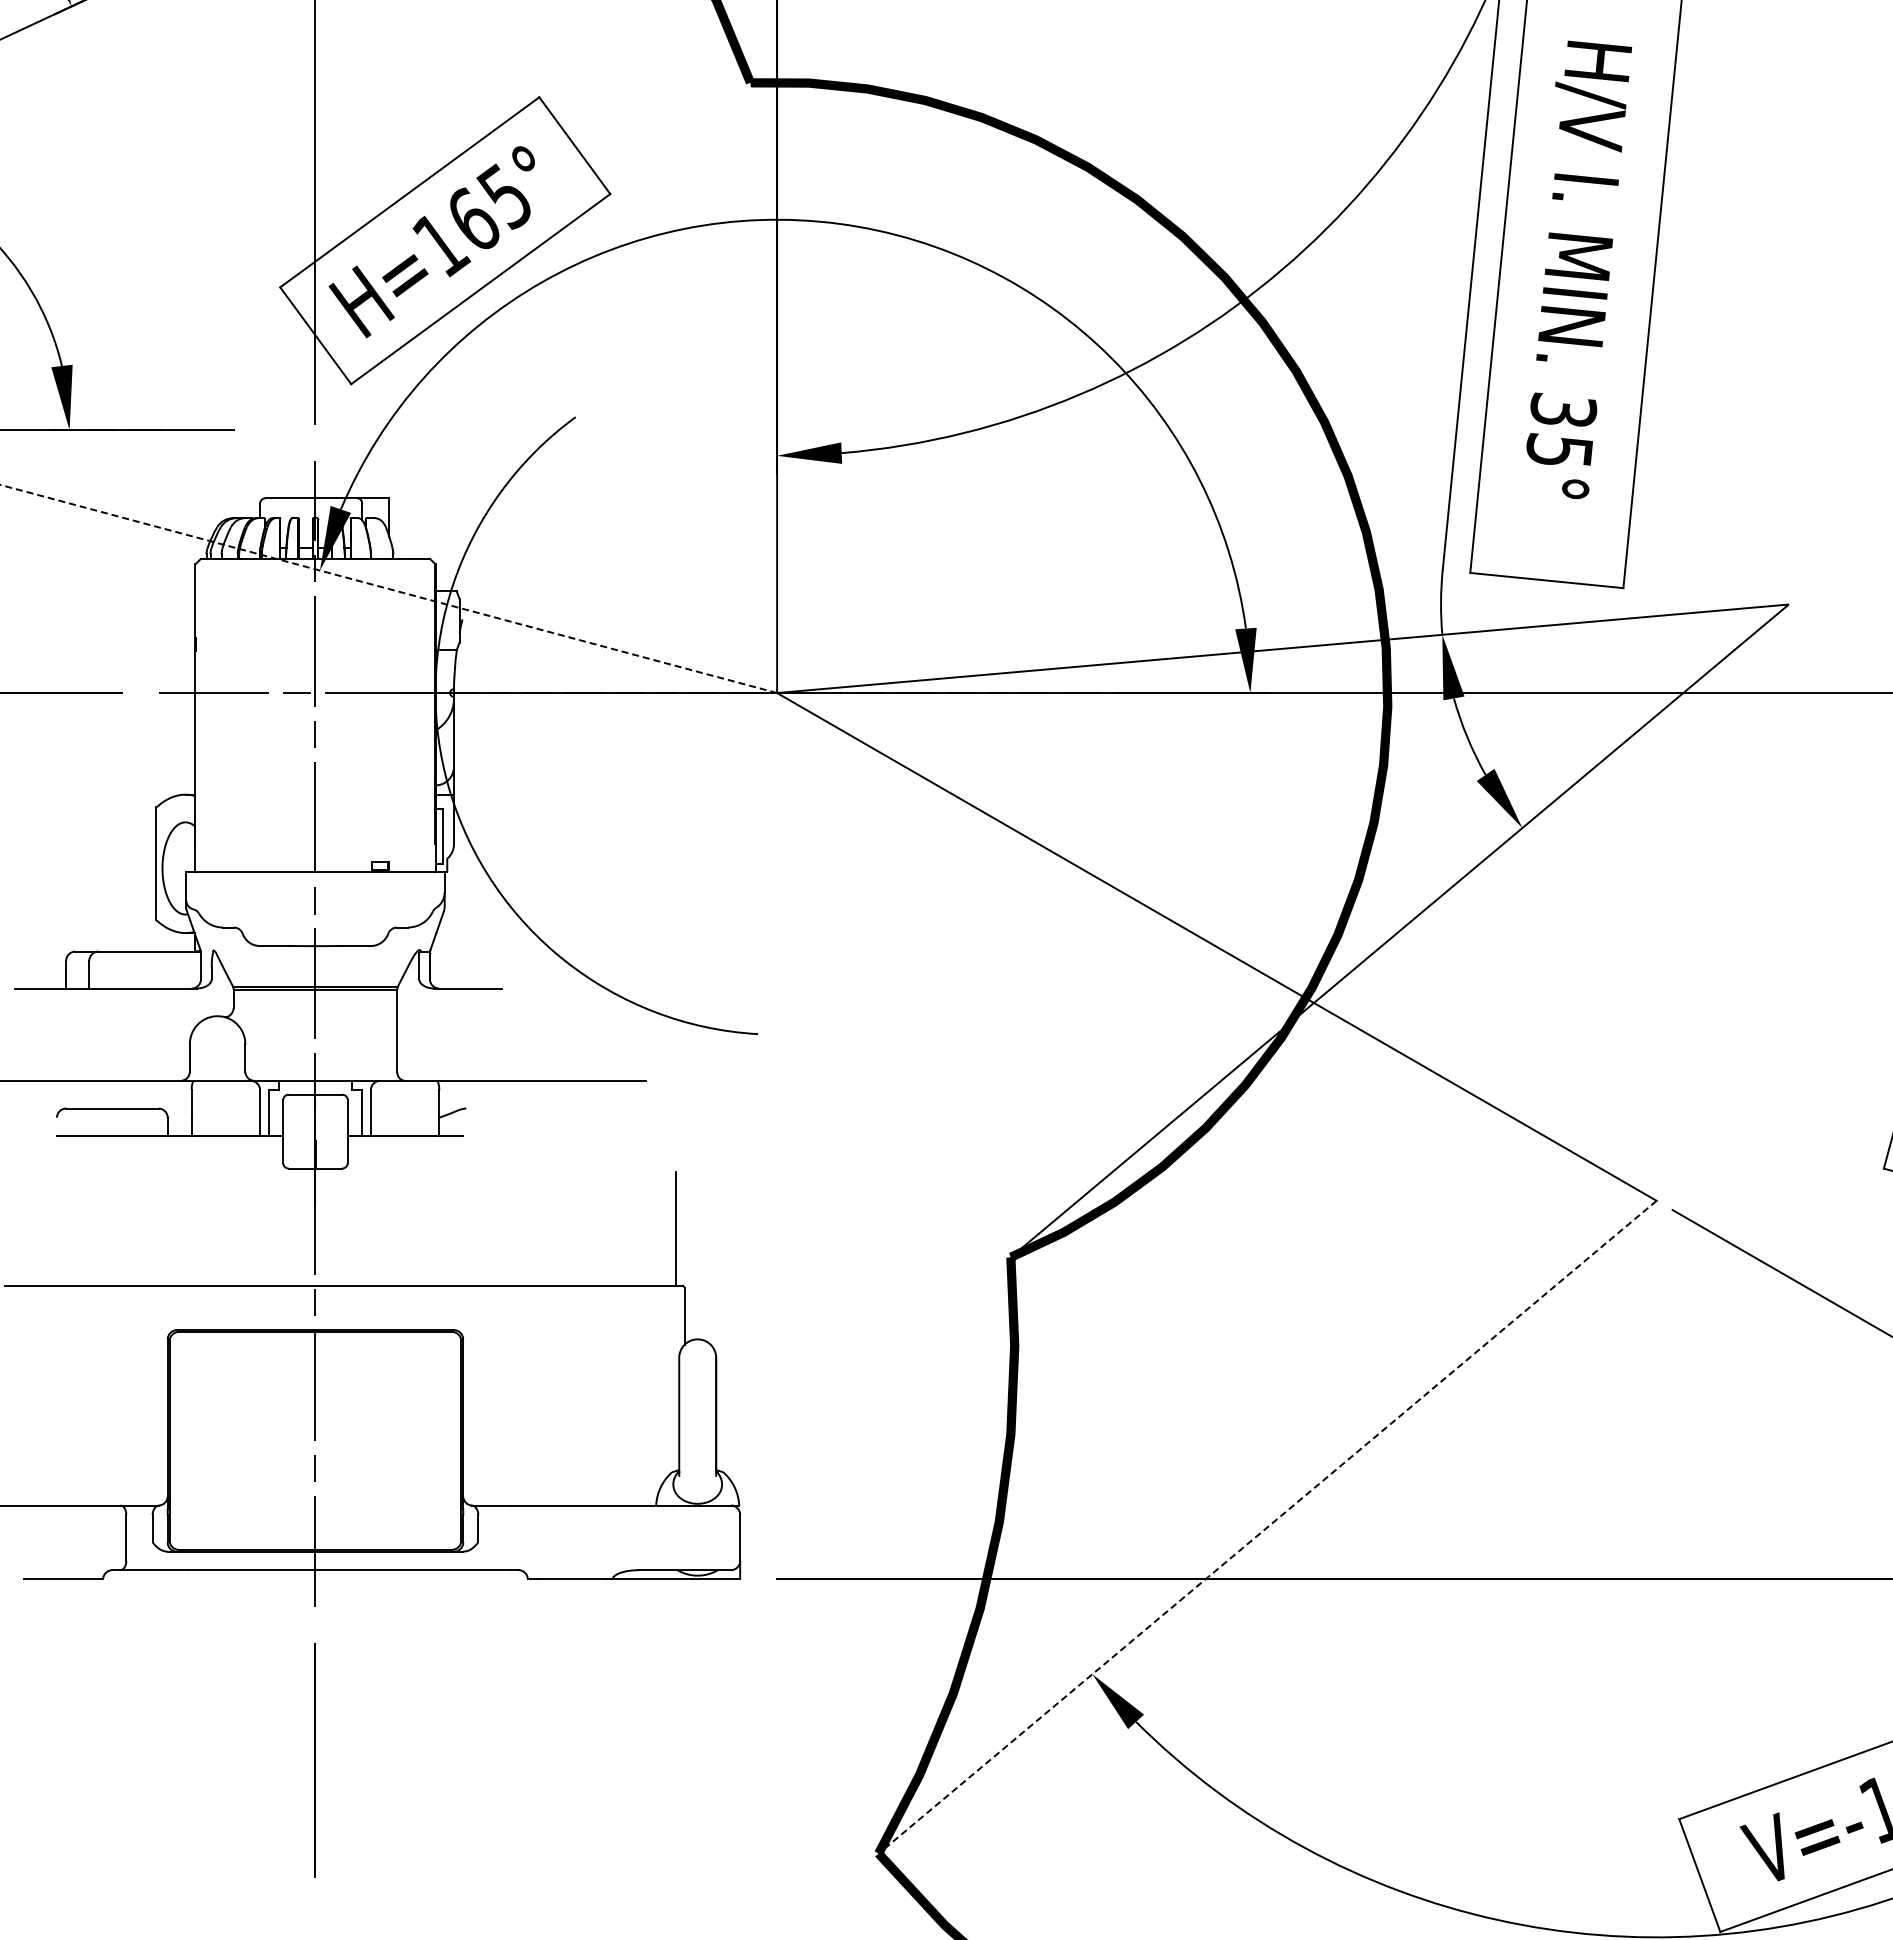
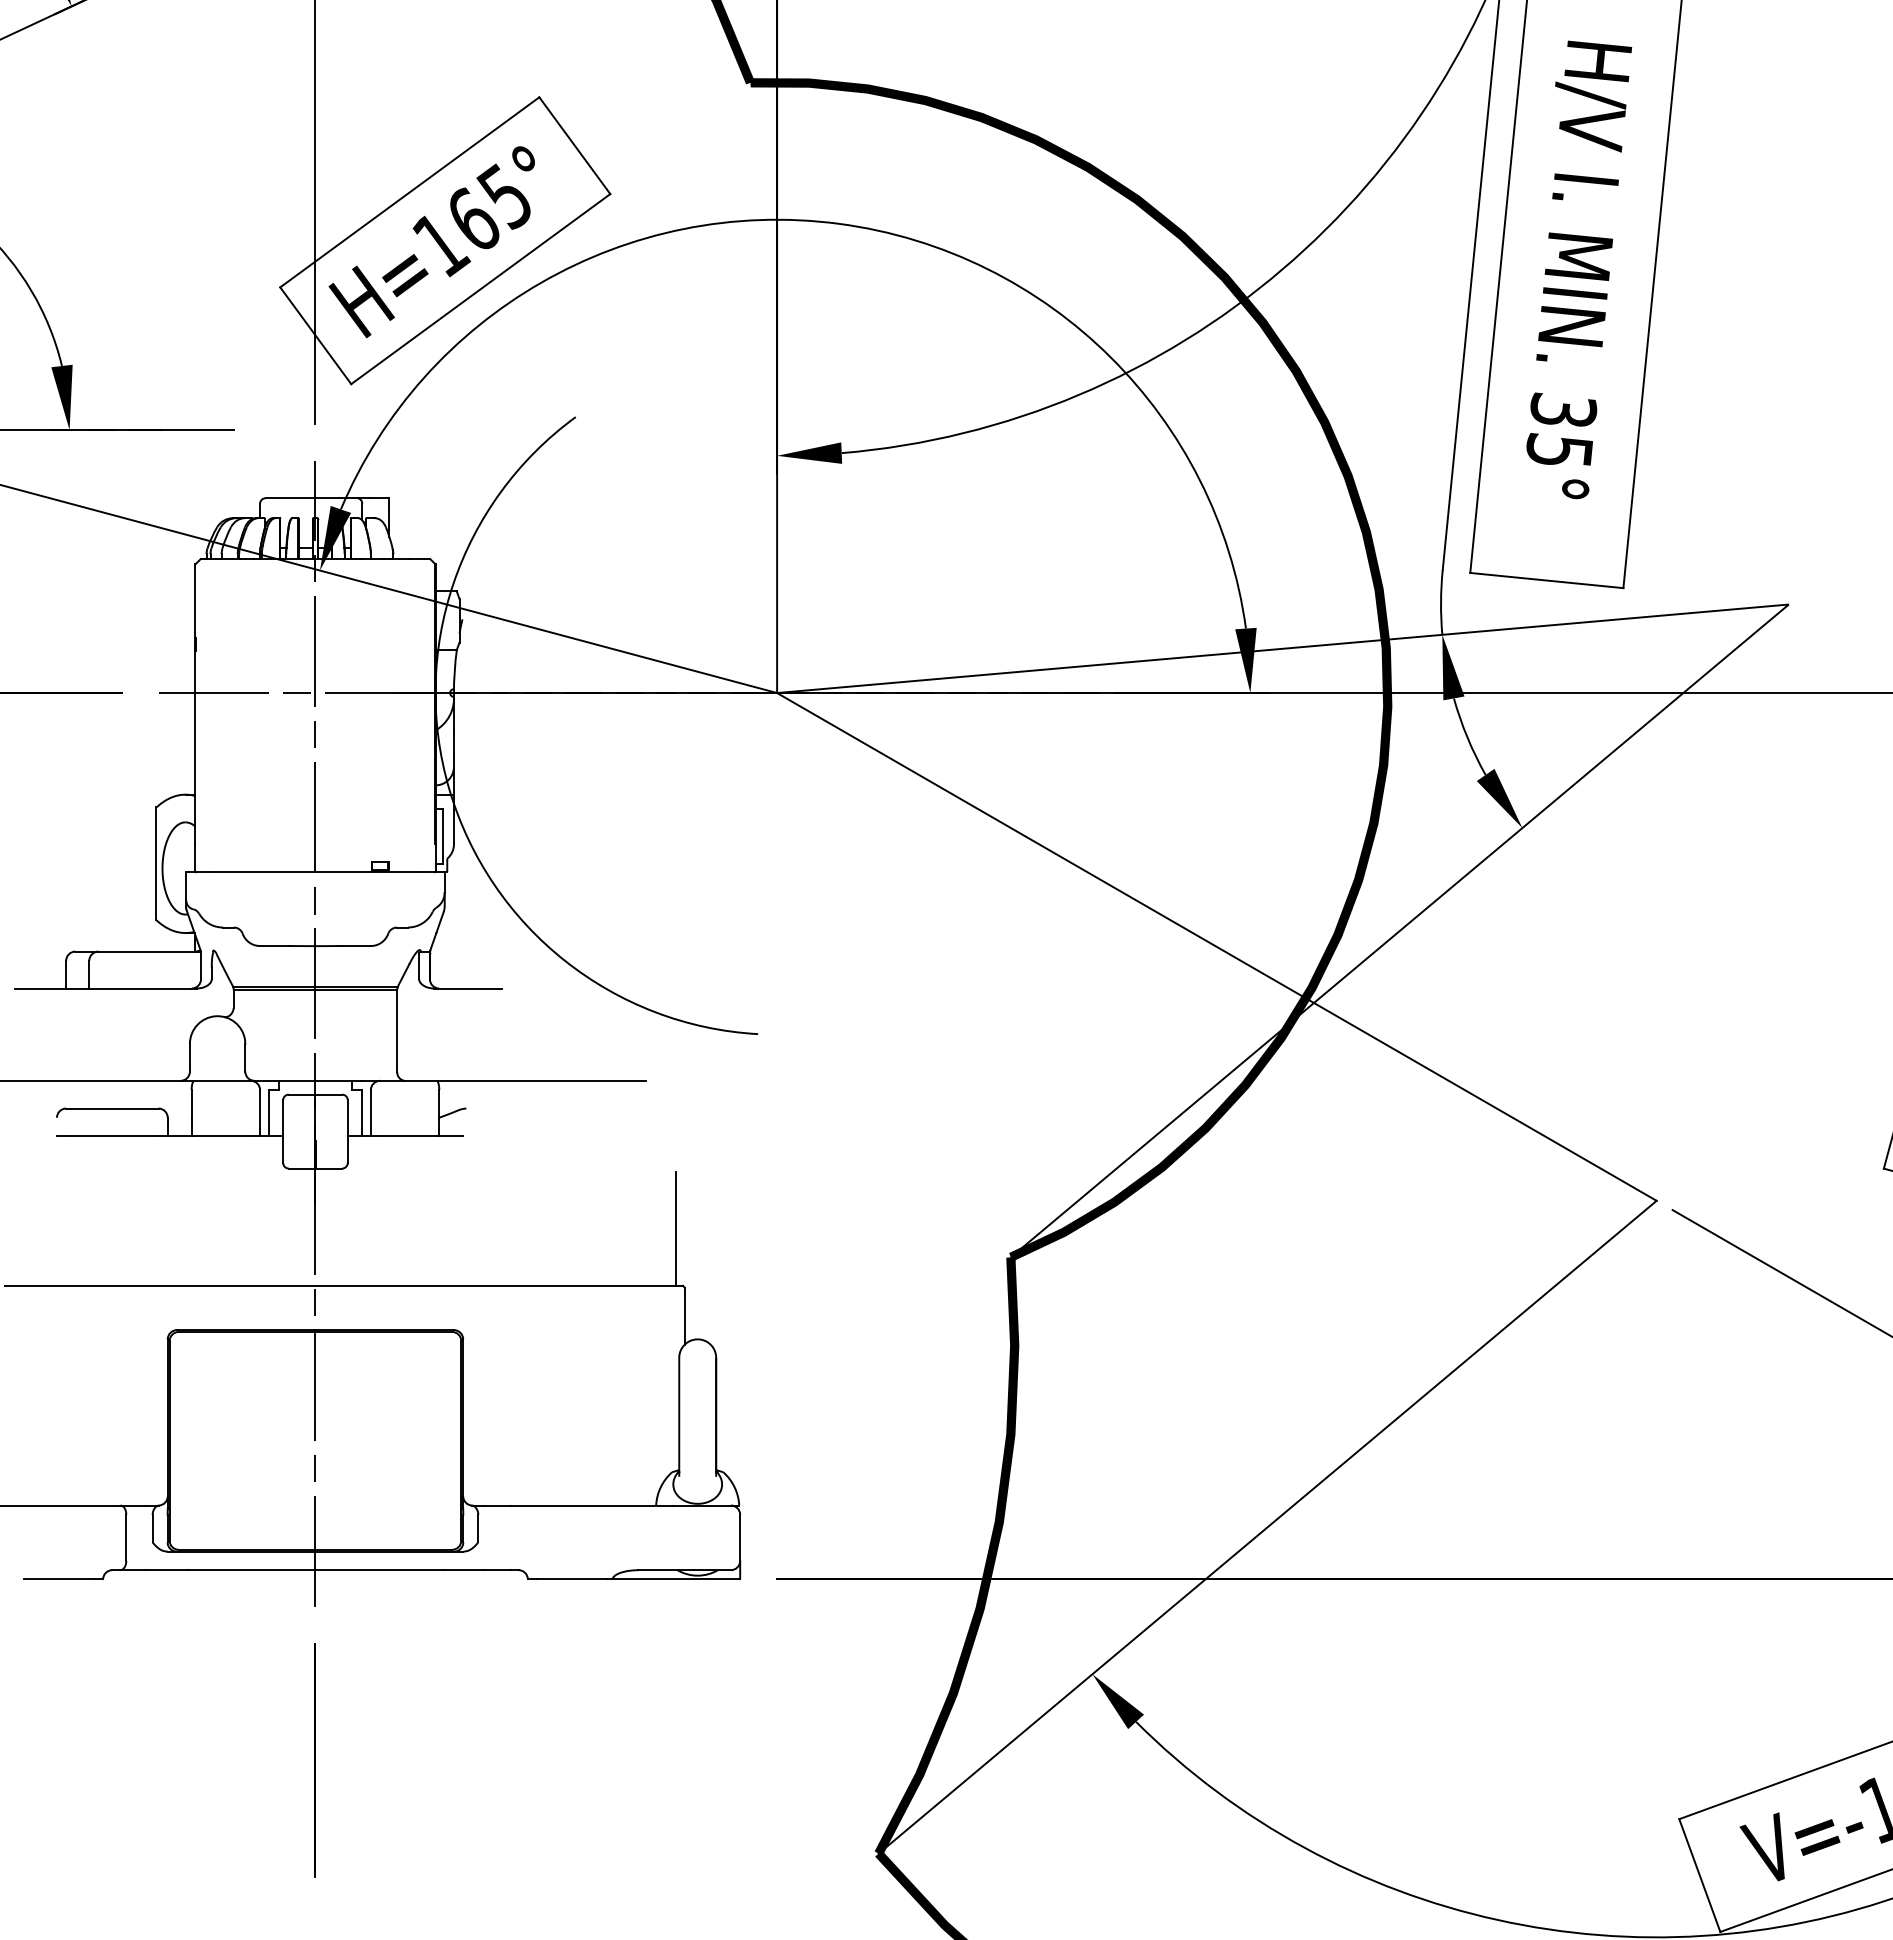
line at (388, 589): dashed -> solid
line at (1267, 1527): dashed -> solid
